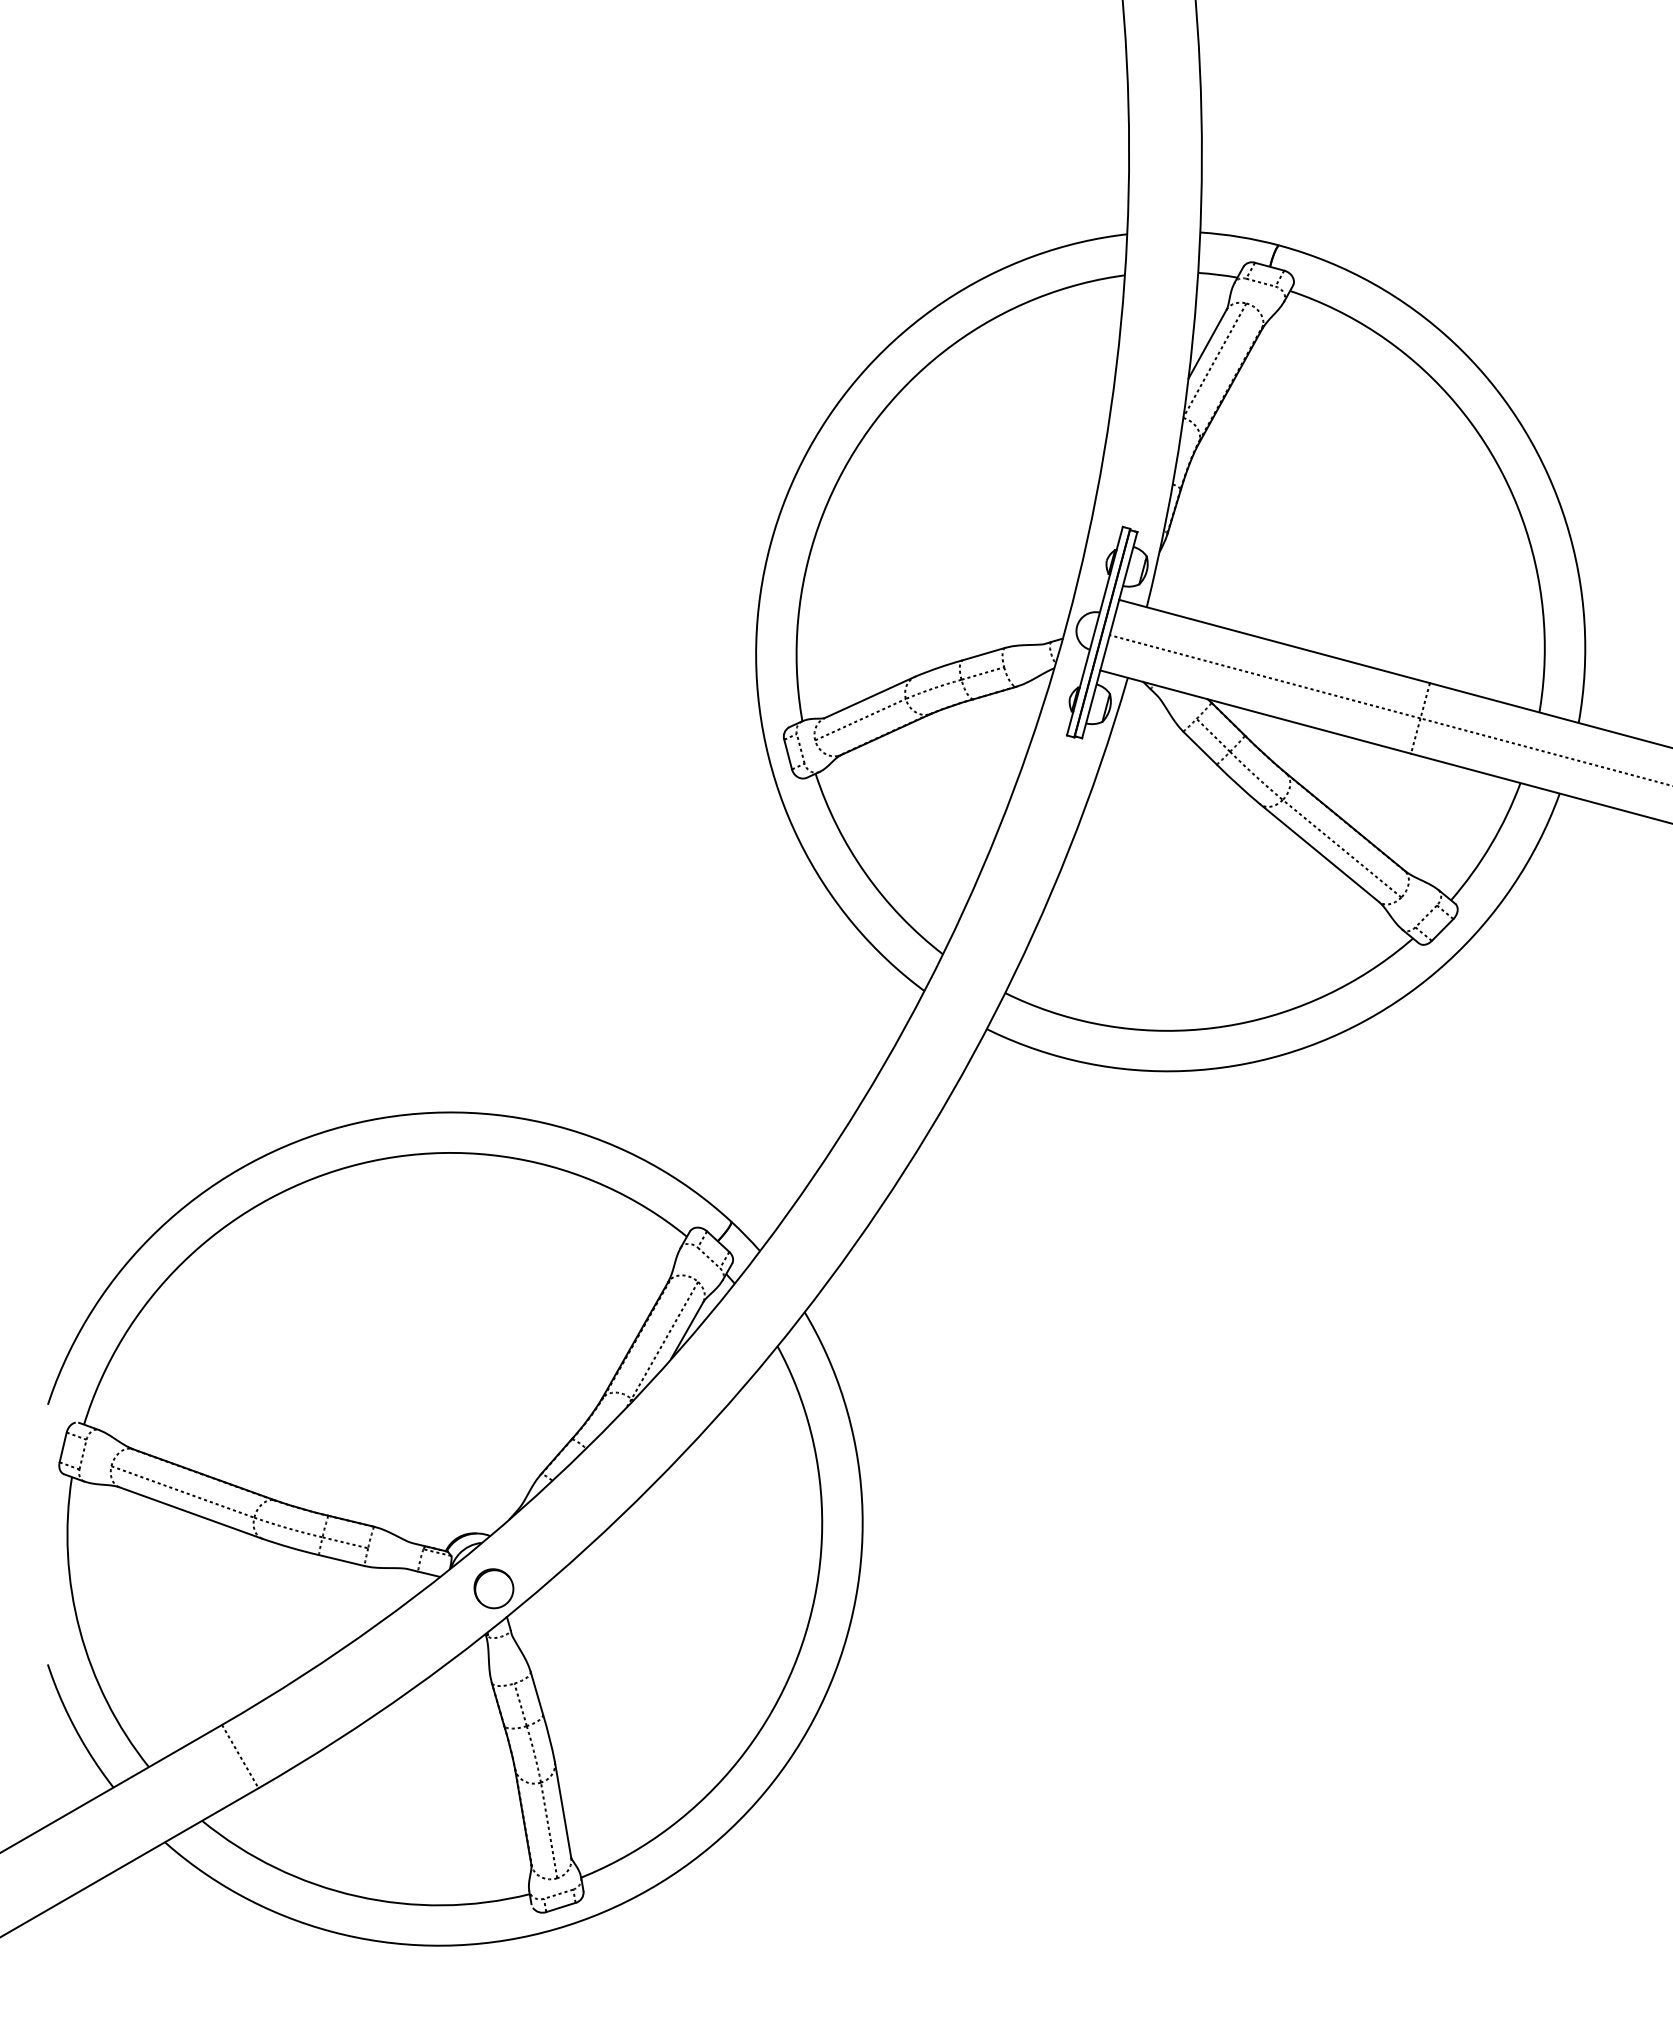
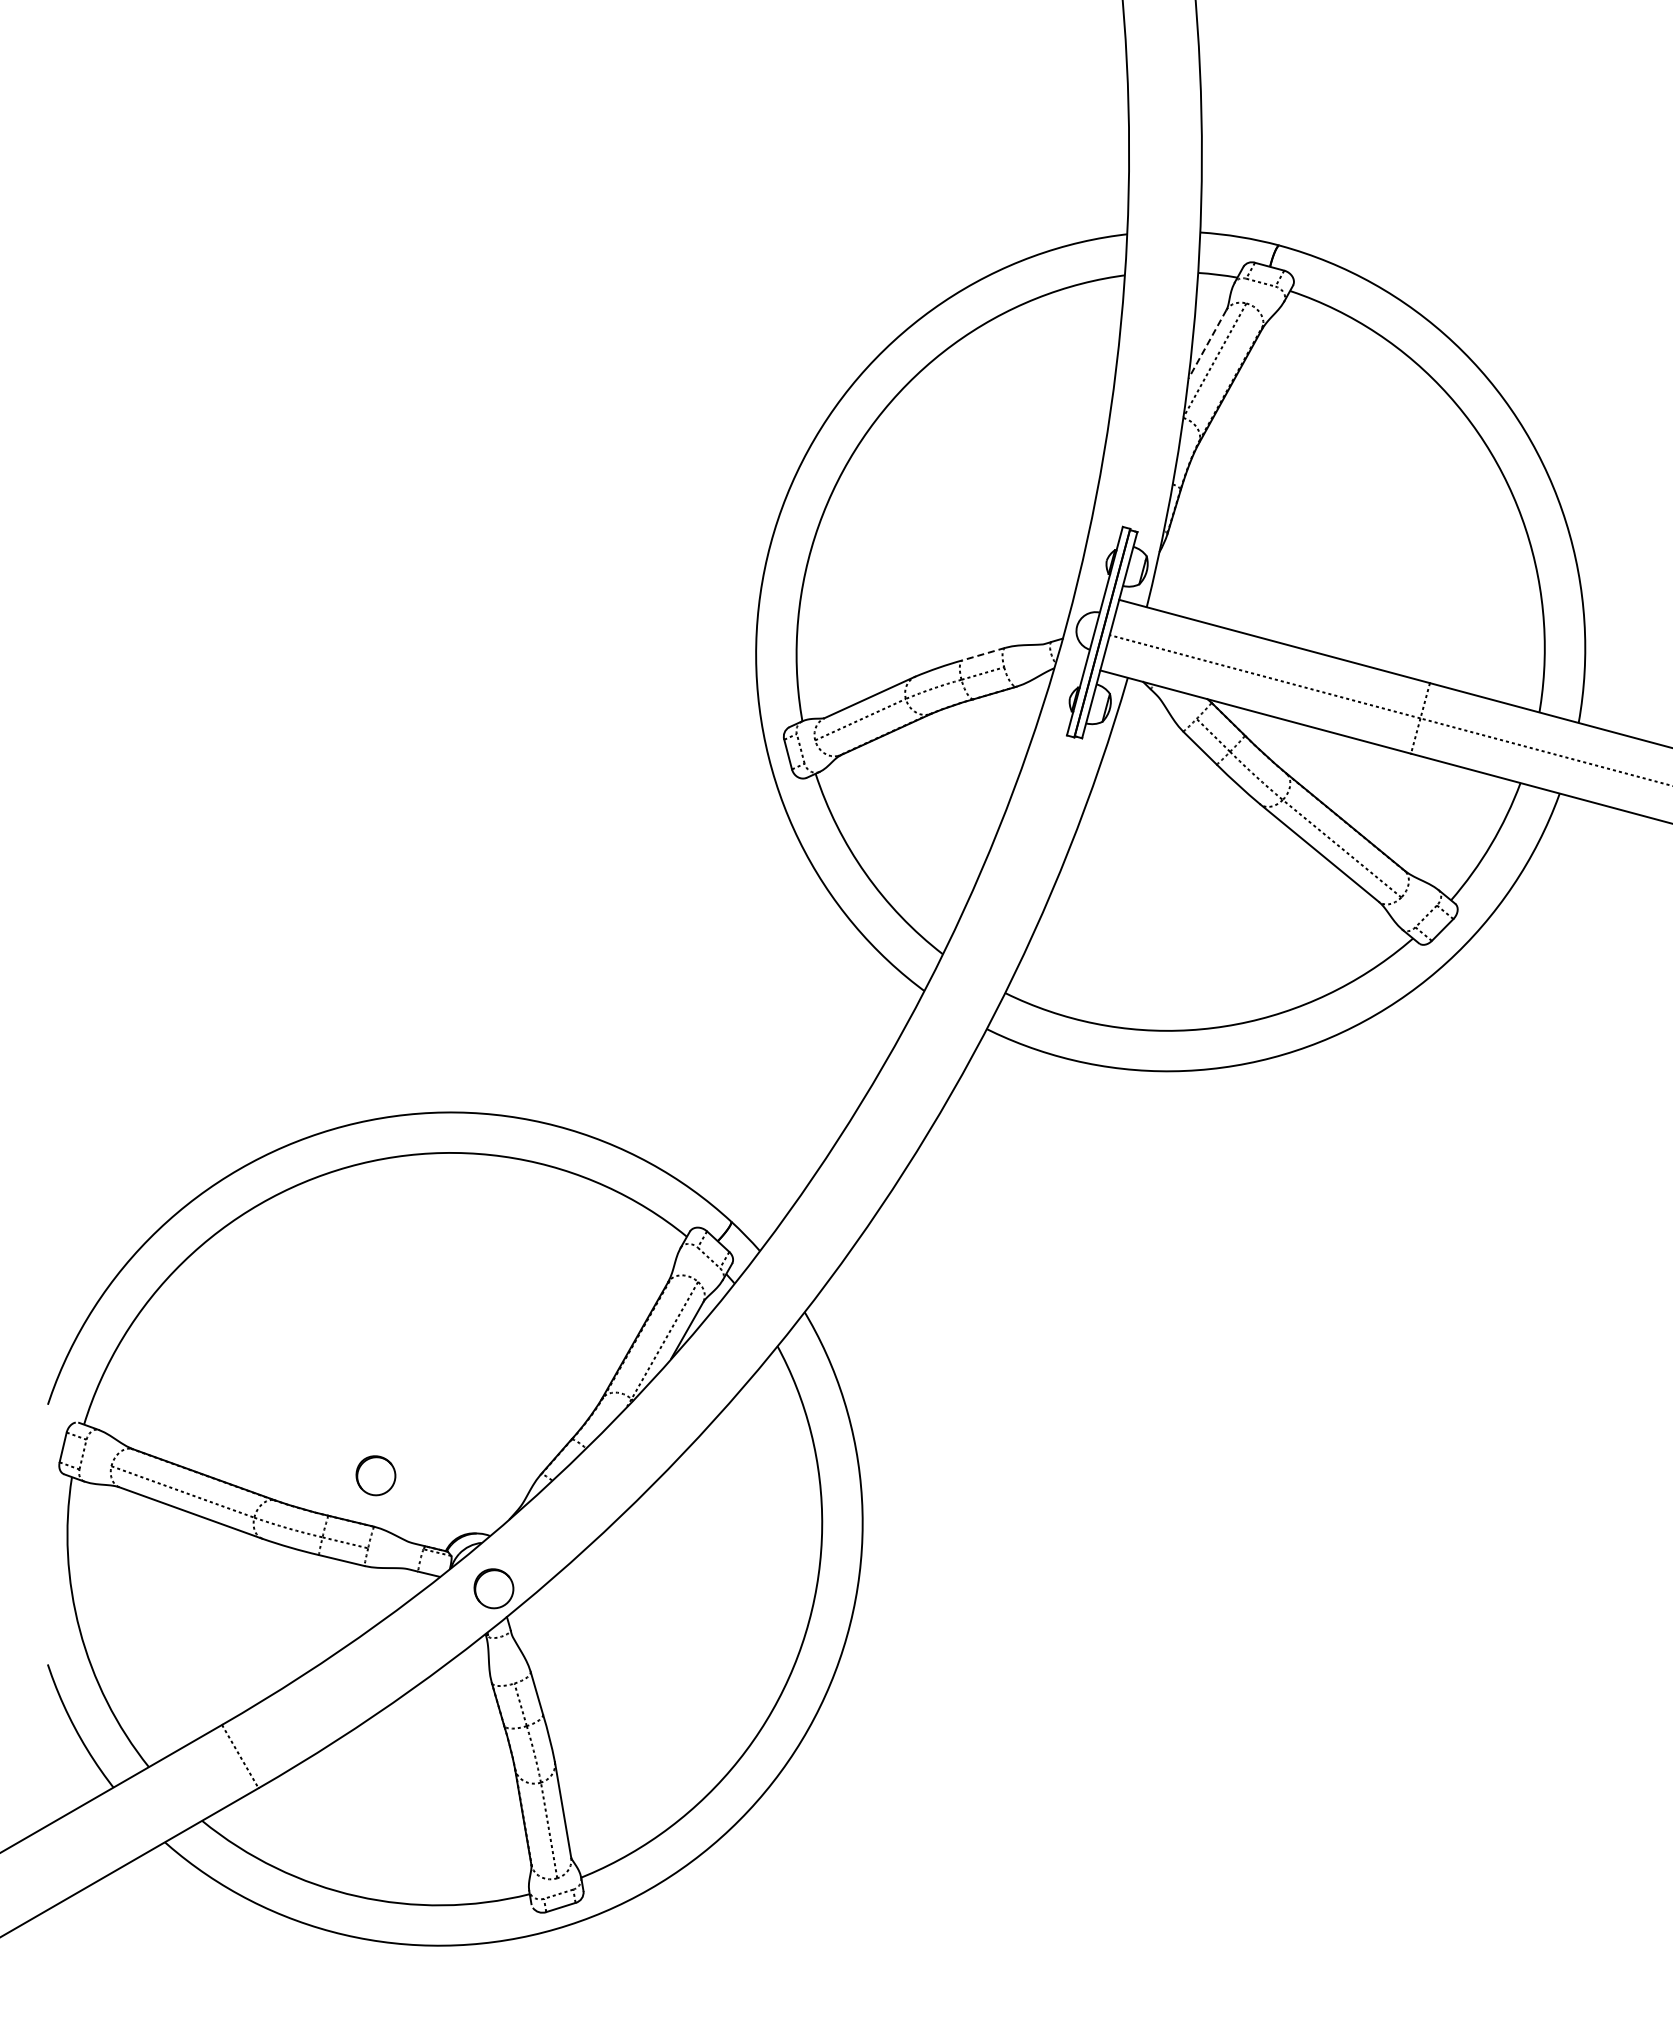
line at (1207, 344): solid -> dashed
line at (983, 654): solid -> dashed
part at (375, 1475): none -> present
